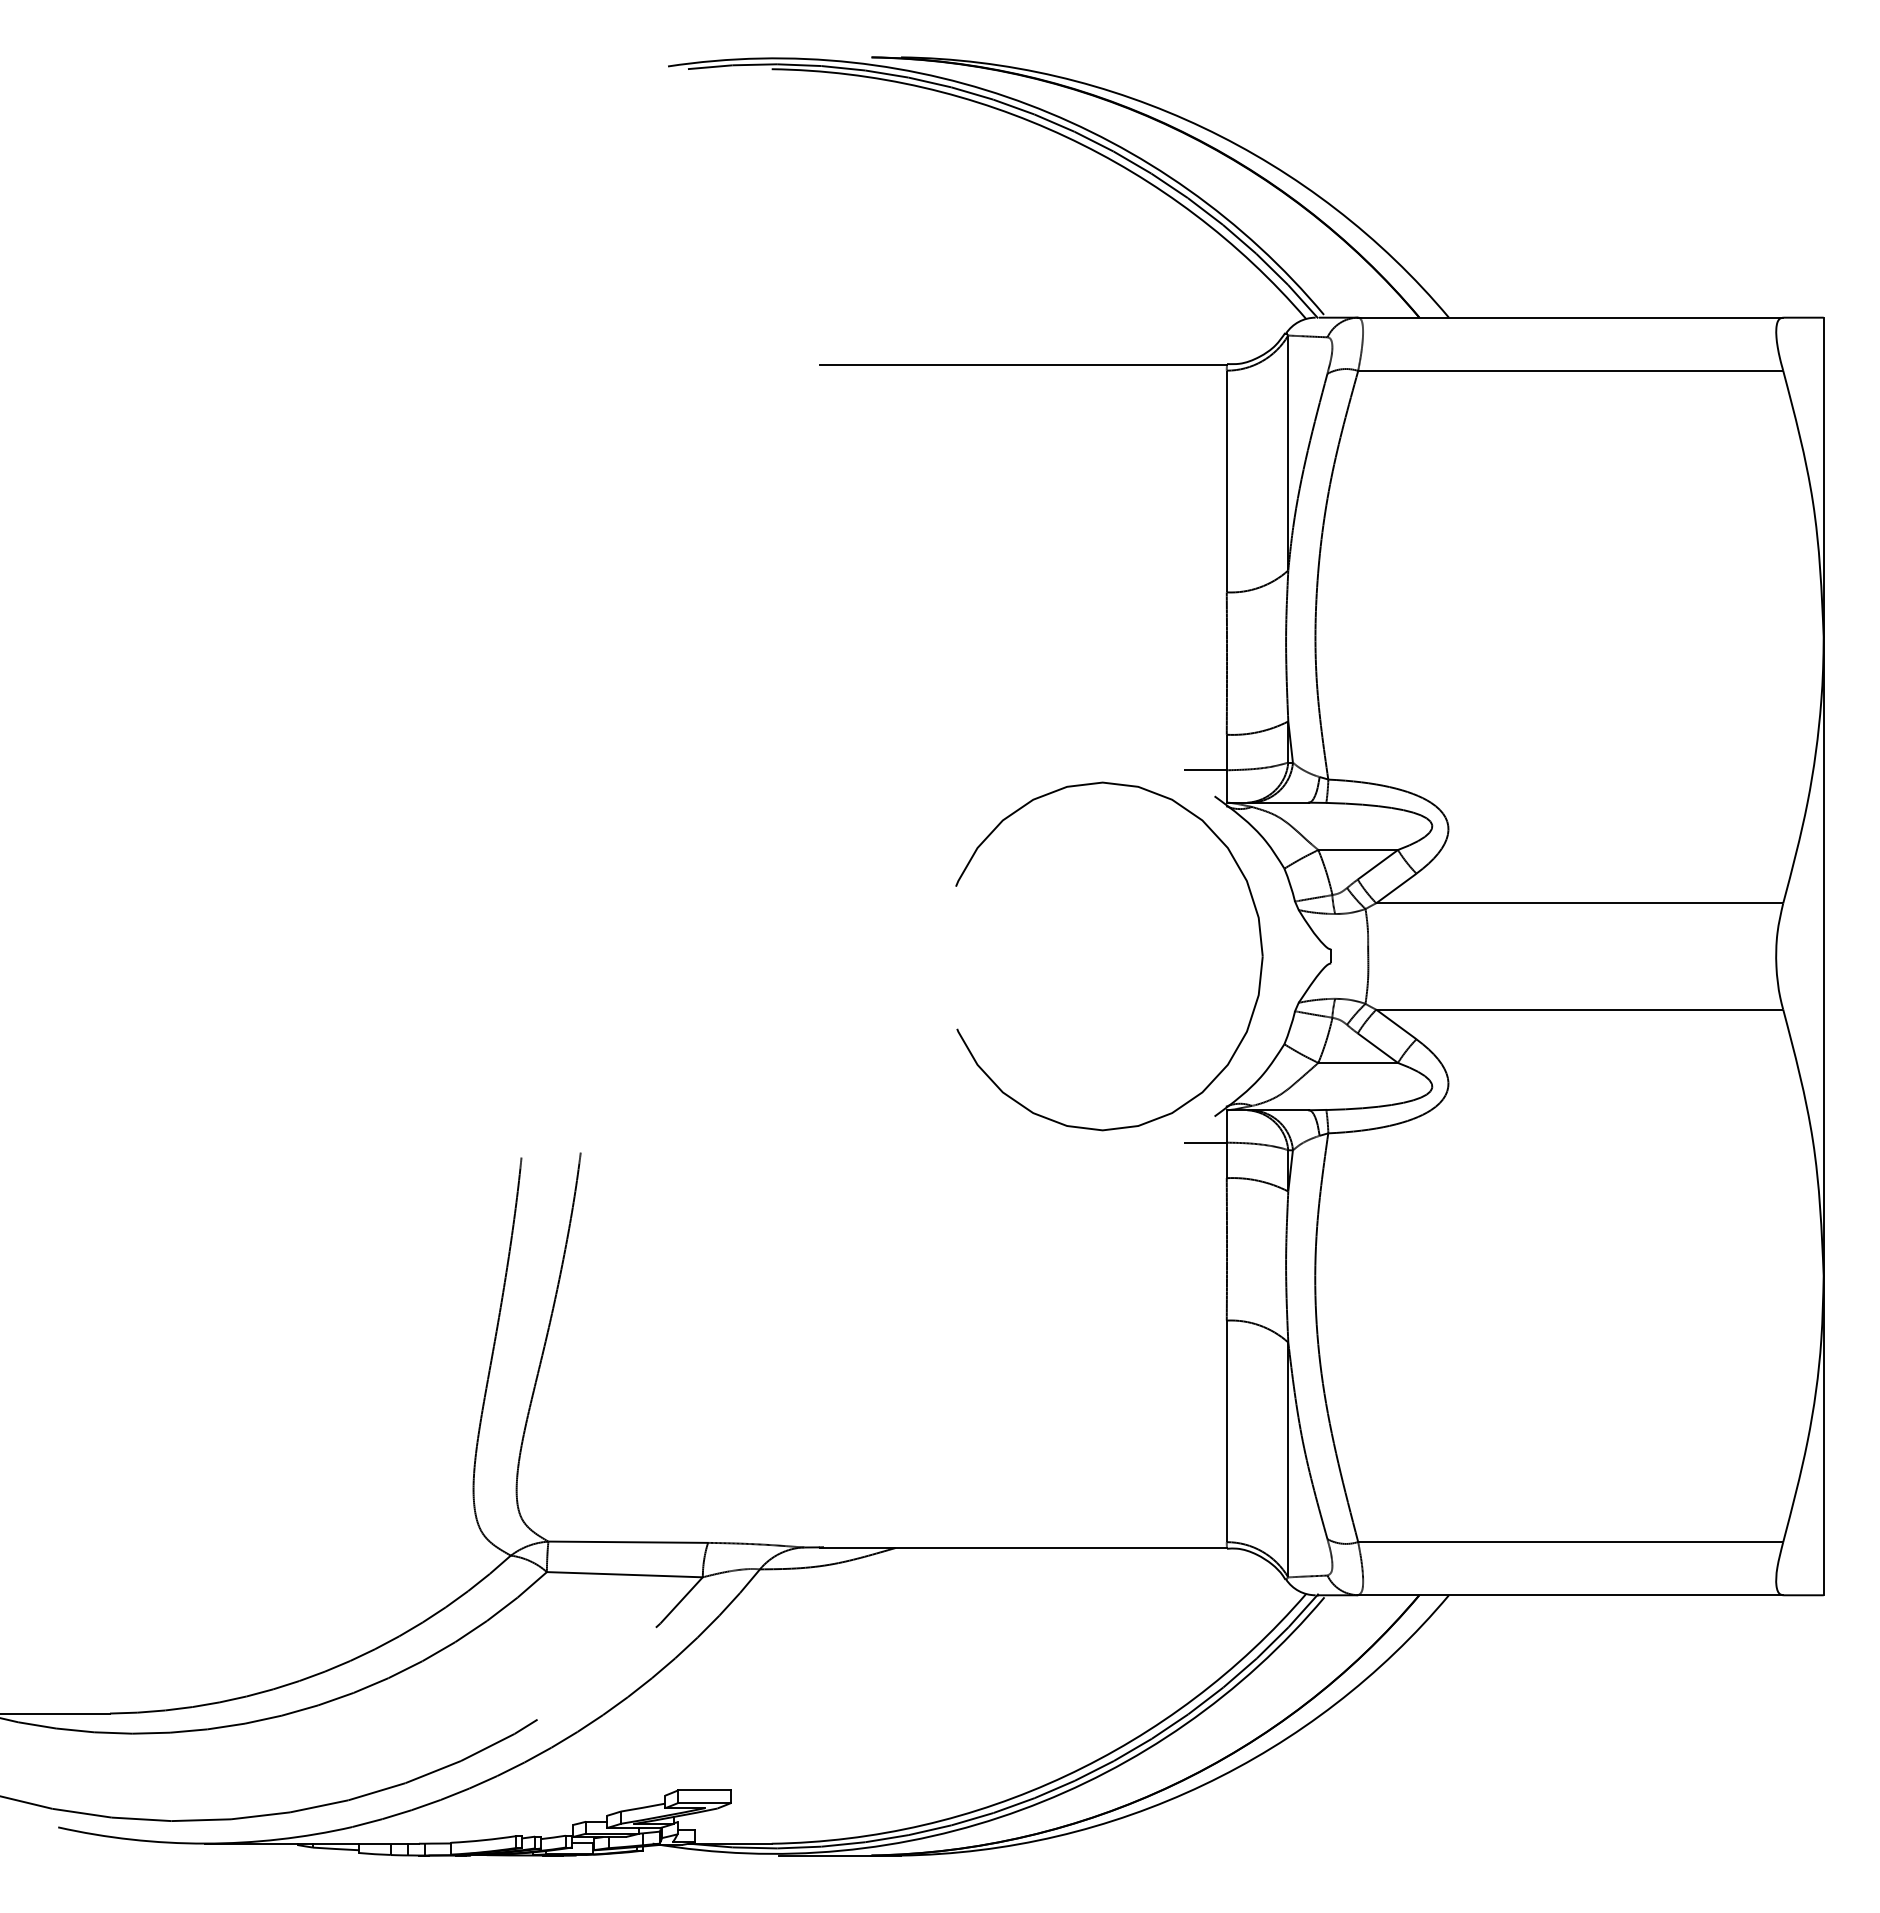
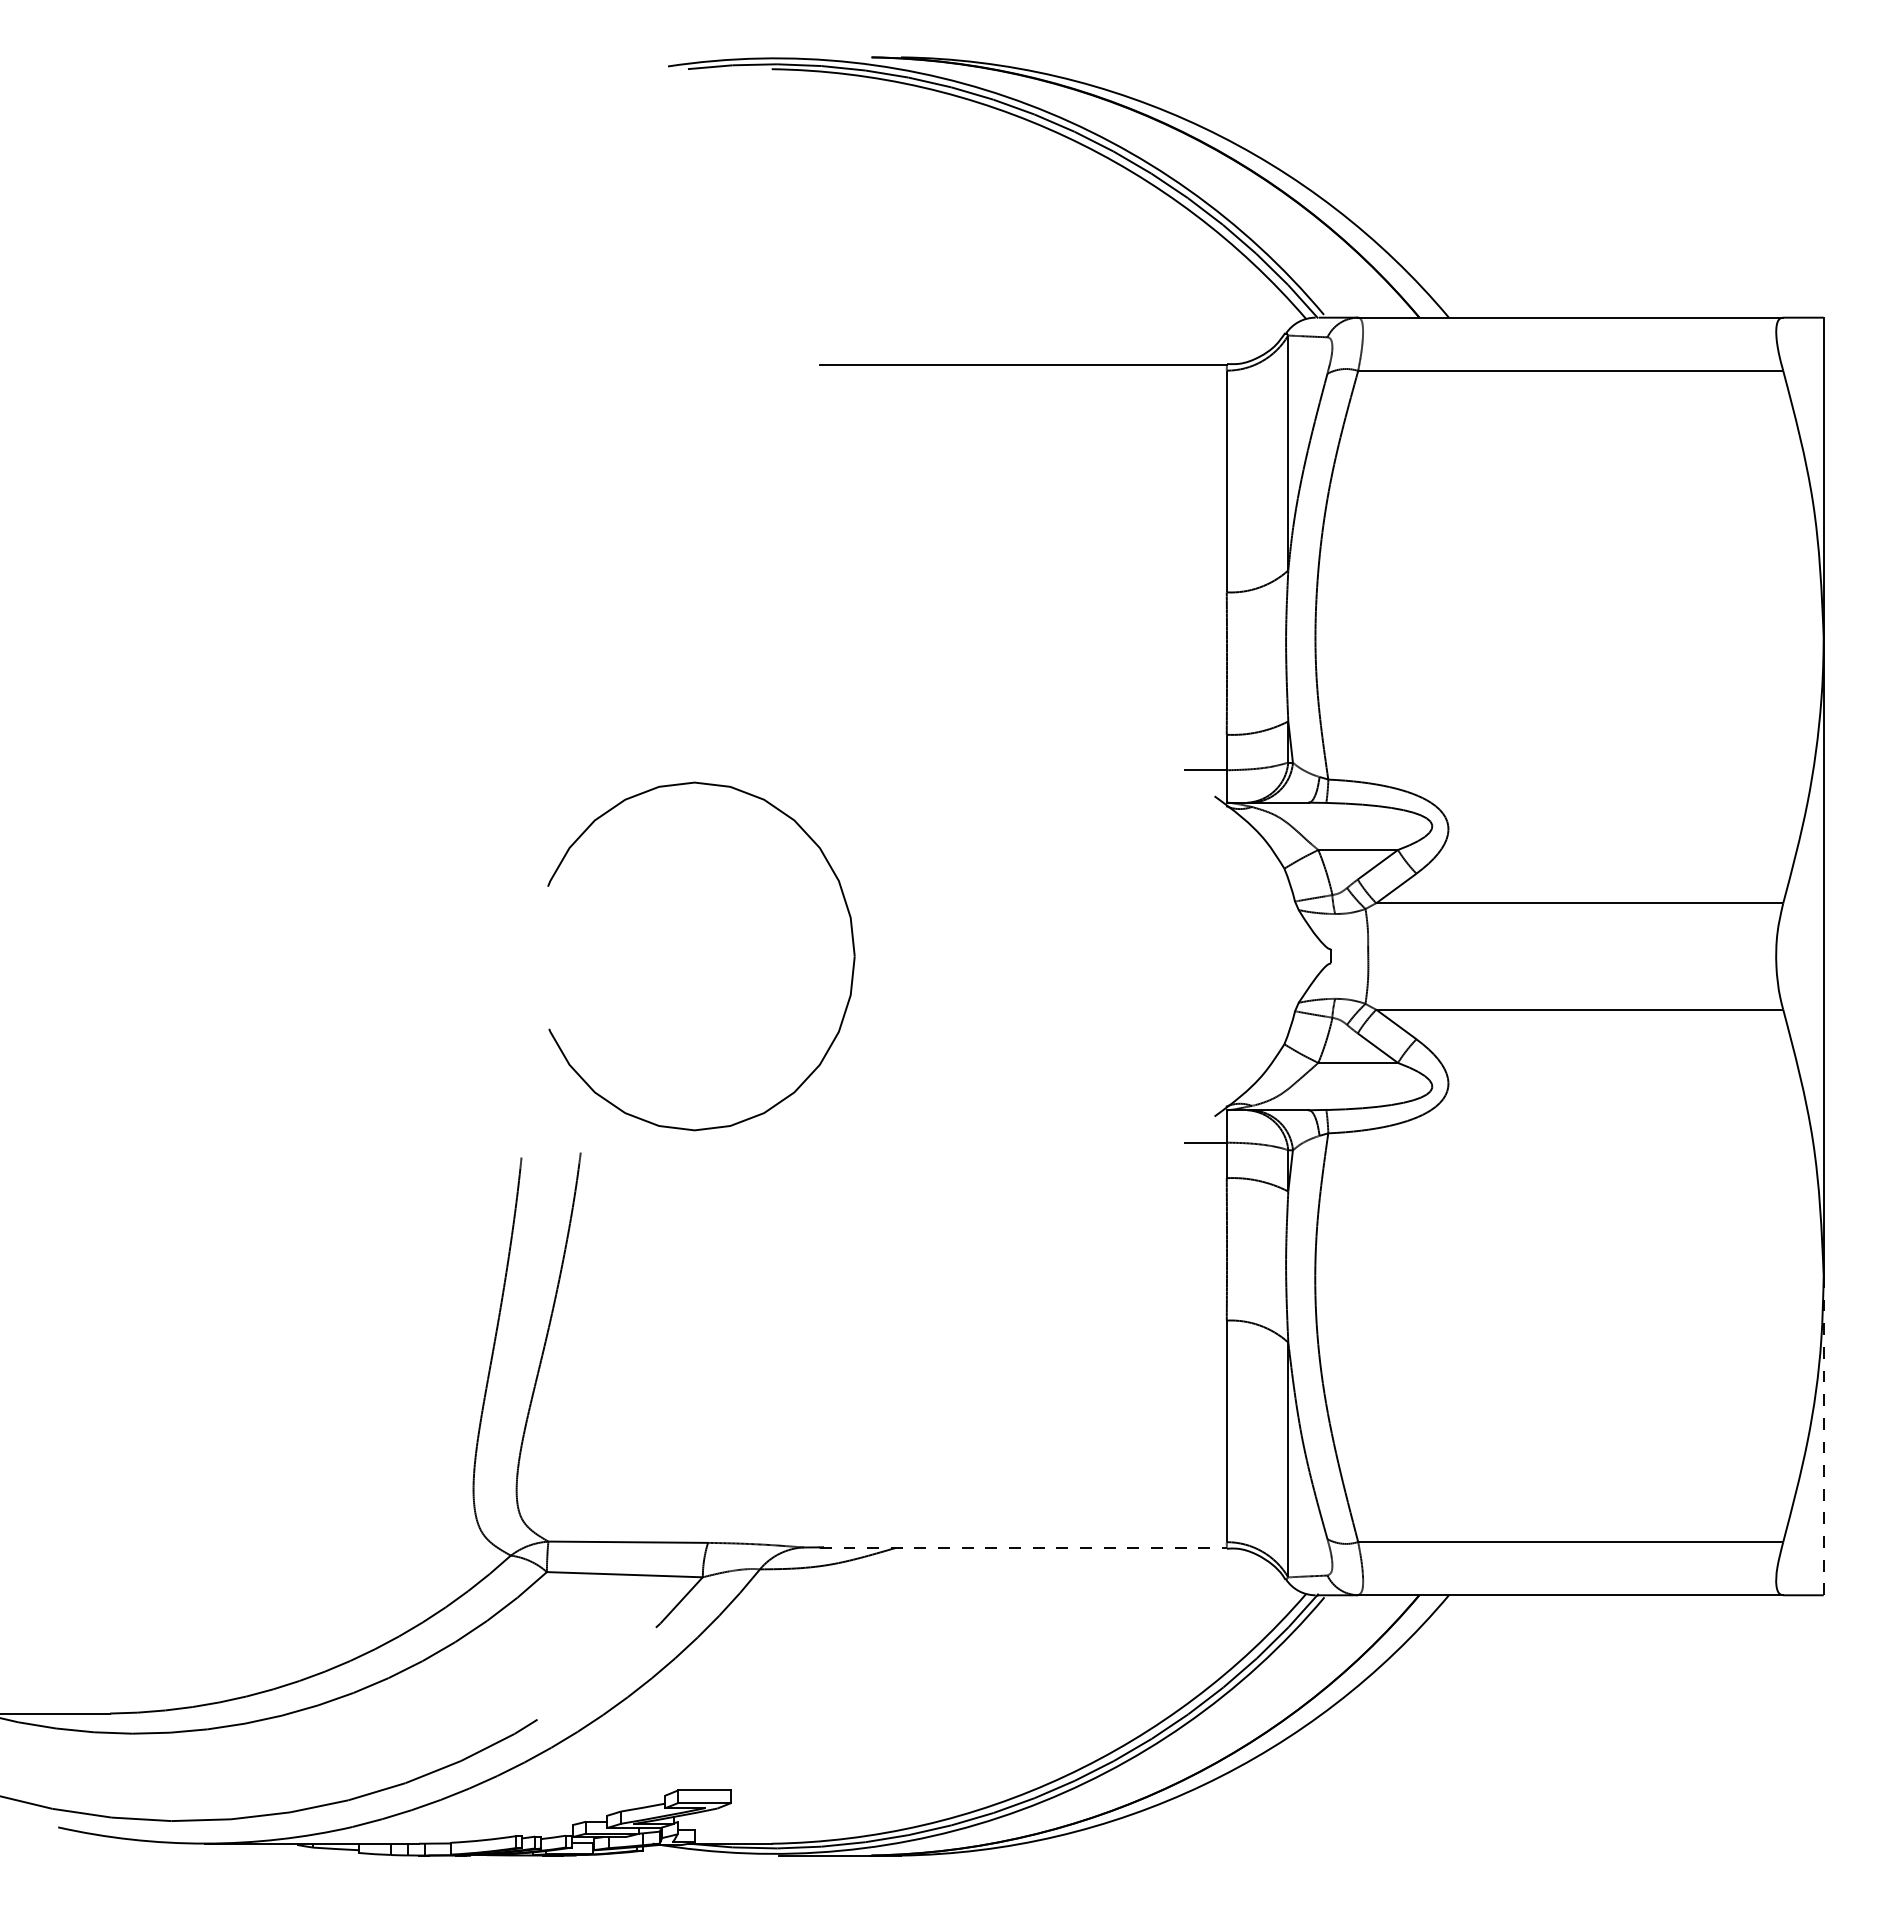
part at (1259, 937) position: (1259, 937) -> (851, 937)
line at (1823, 1435): solid -> dashed
line at (1023, 1547): solid -> dashed
